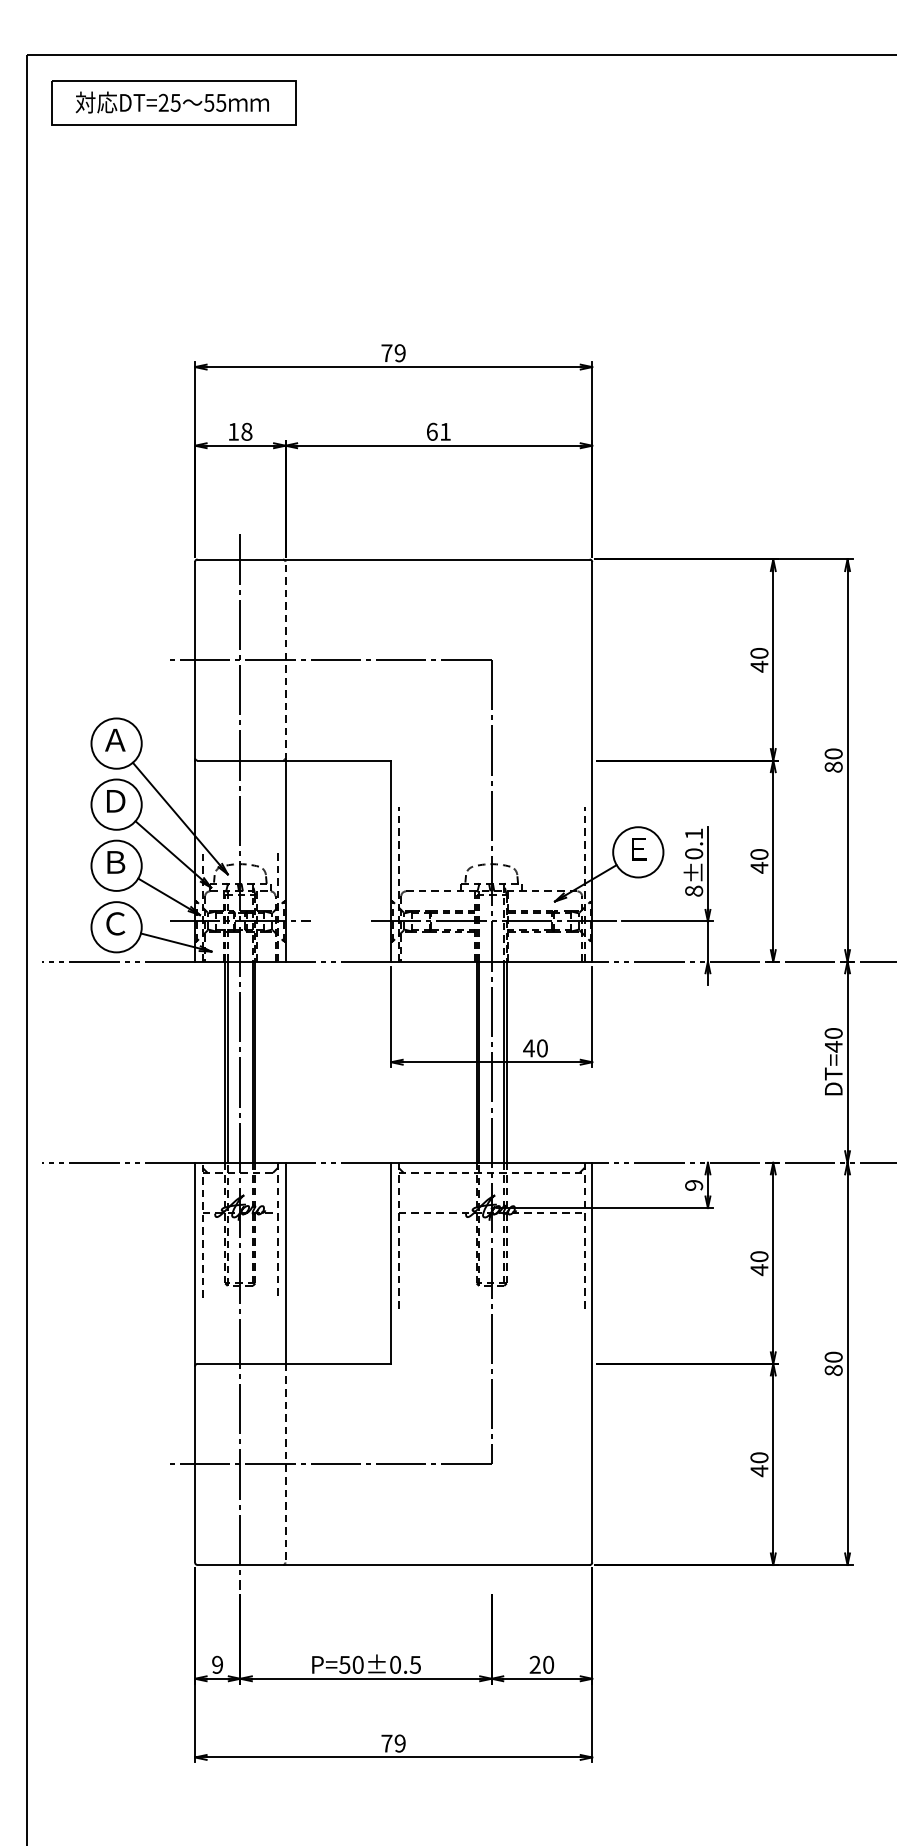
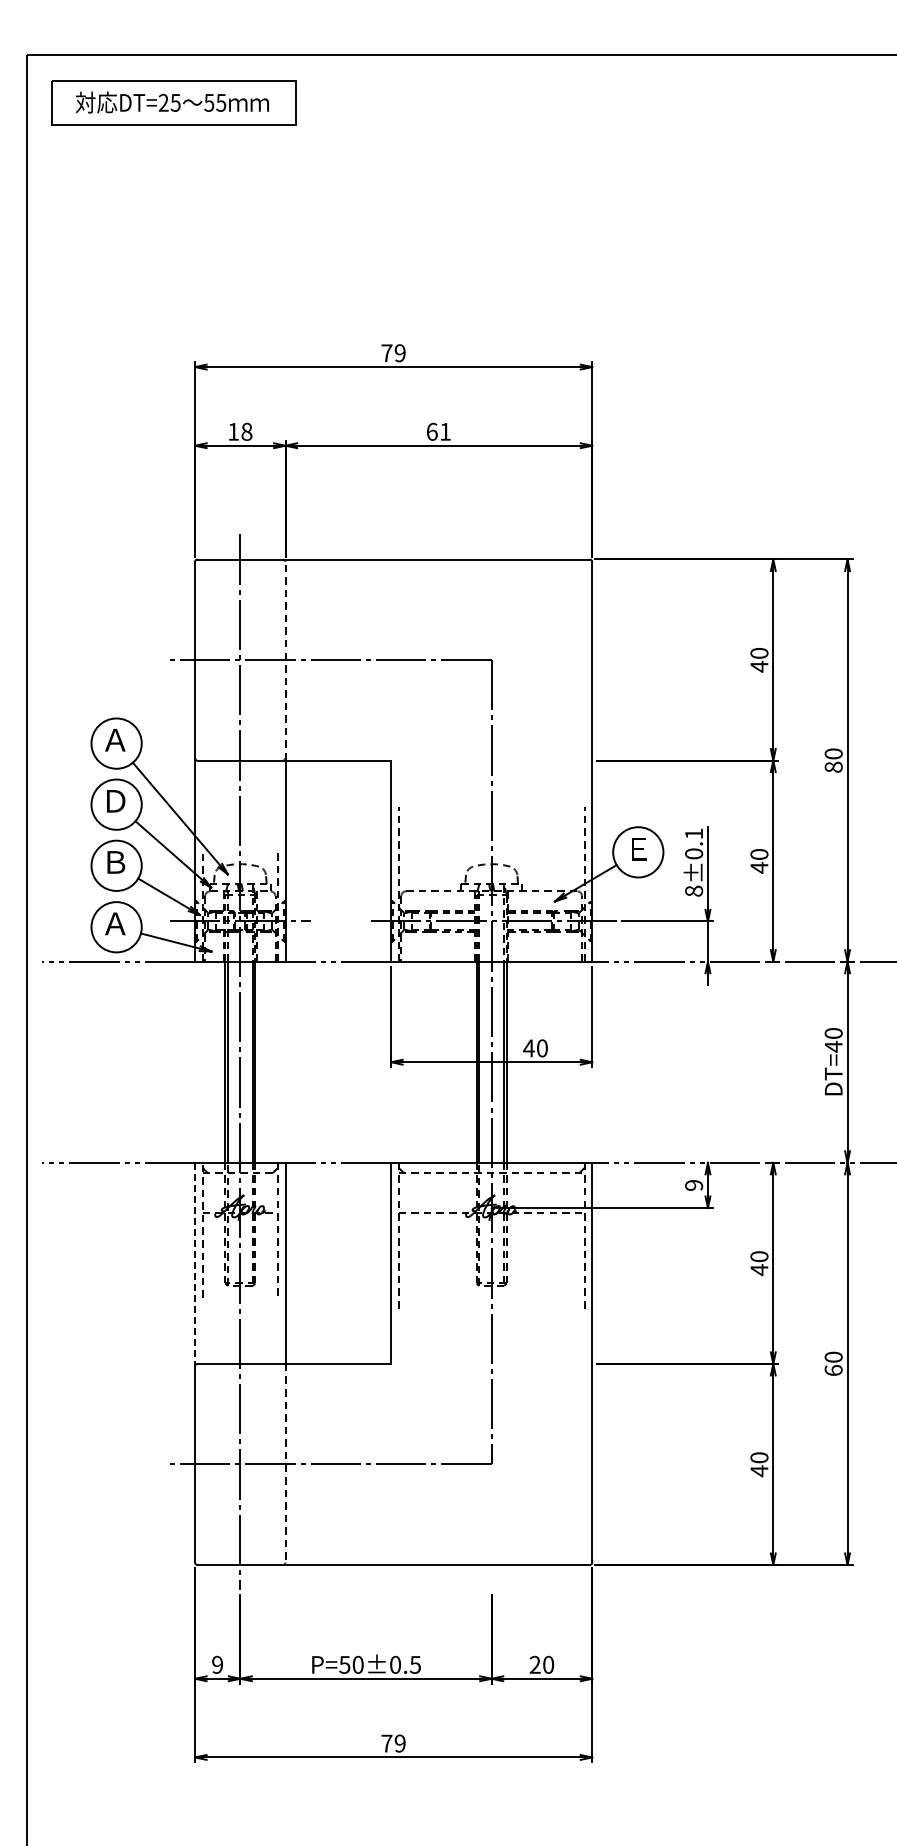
text at (115, 923): Ｃ -> Ａ
line at (195, 1264): solid -> dashed
text at (833, 1370): 80 -> 60
